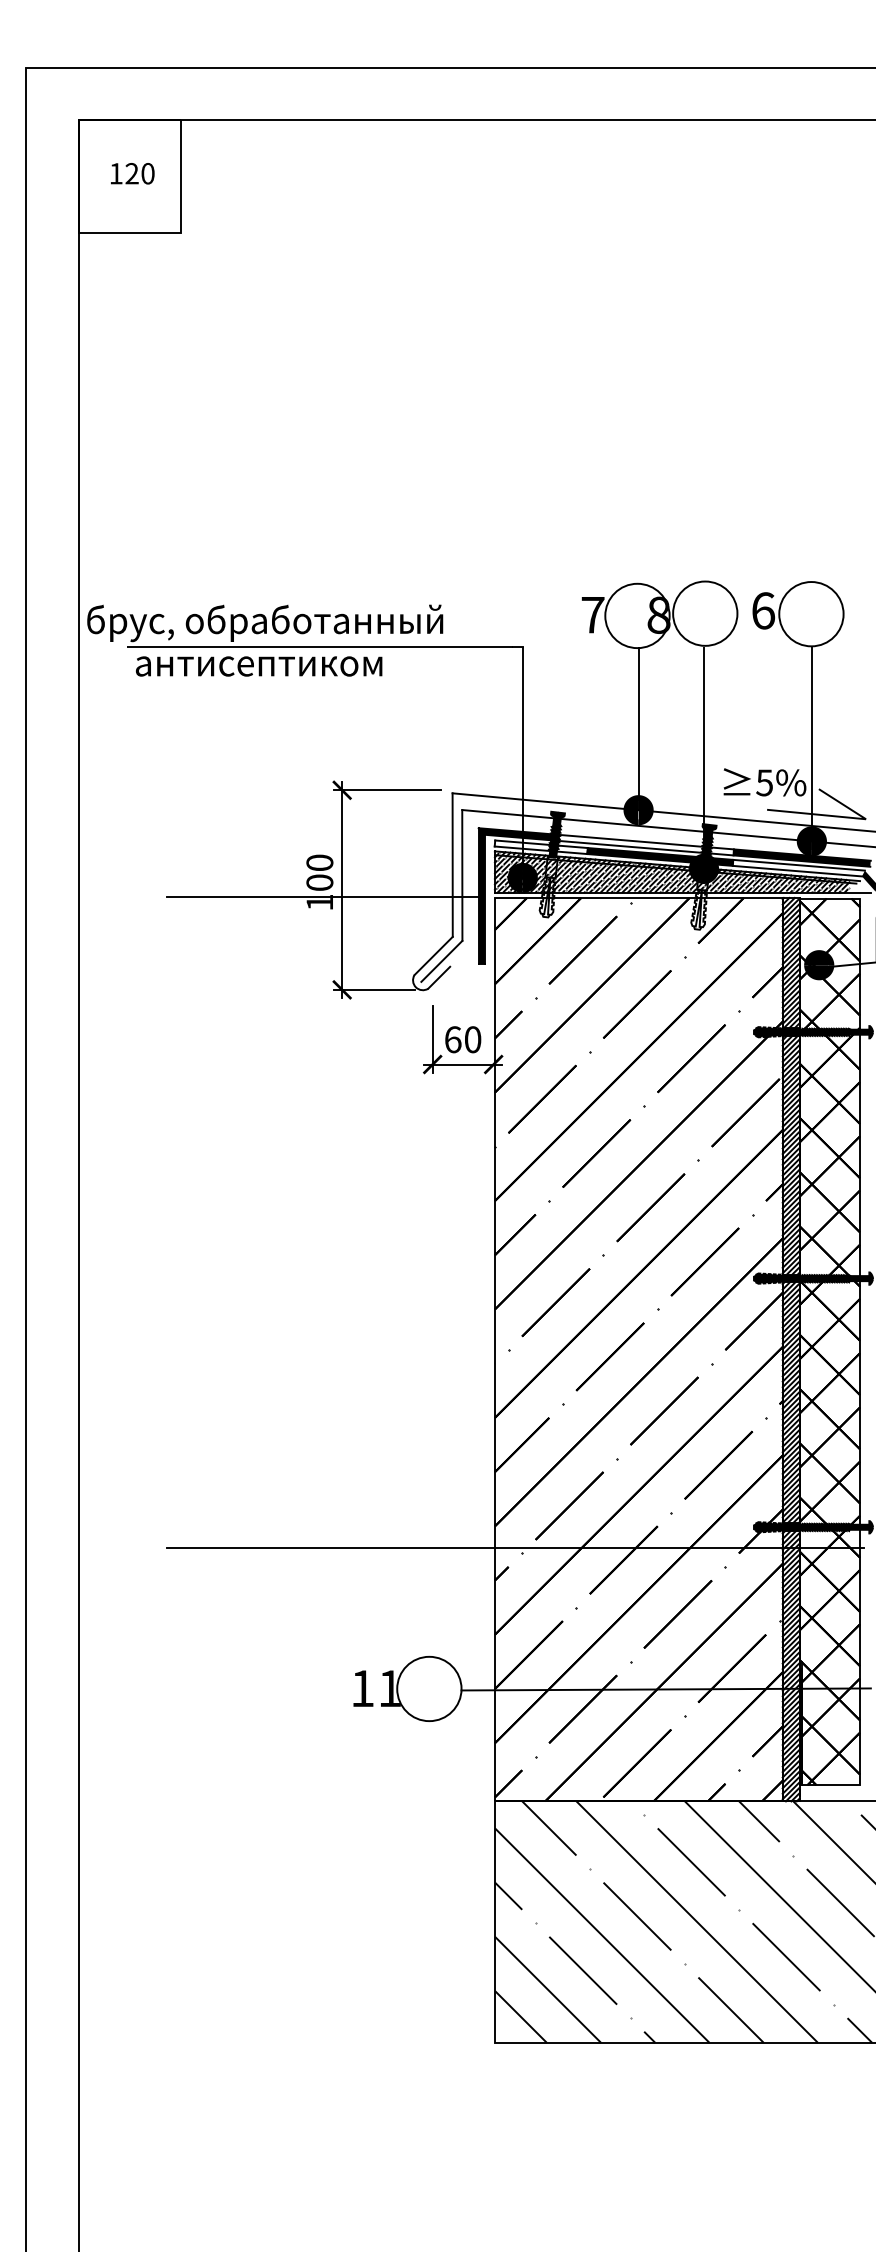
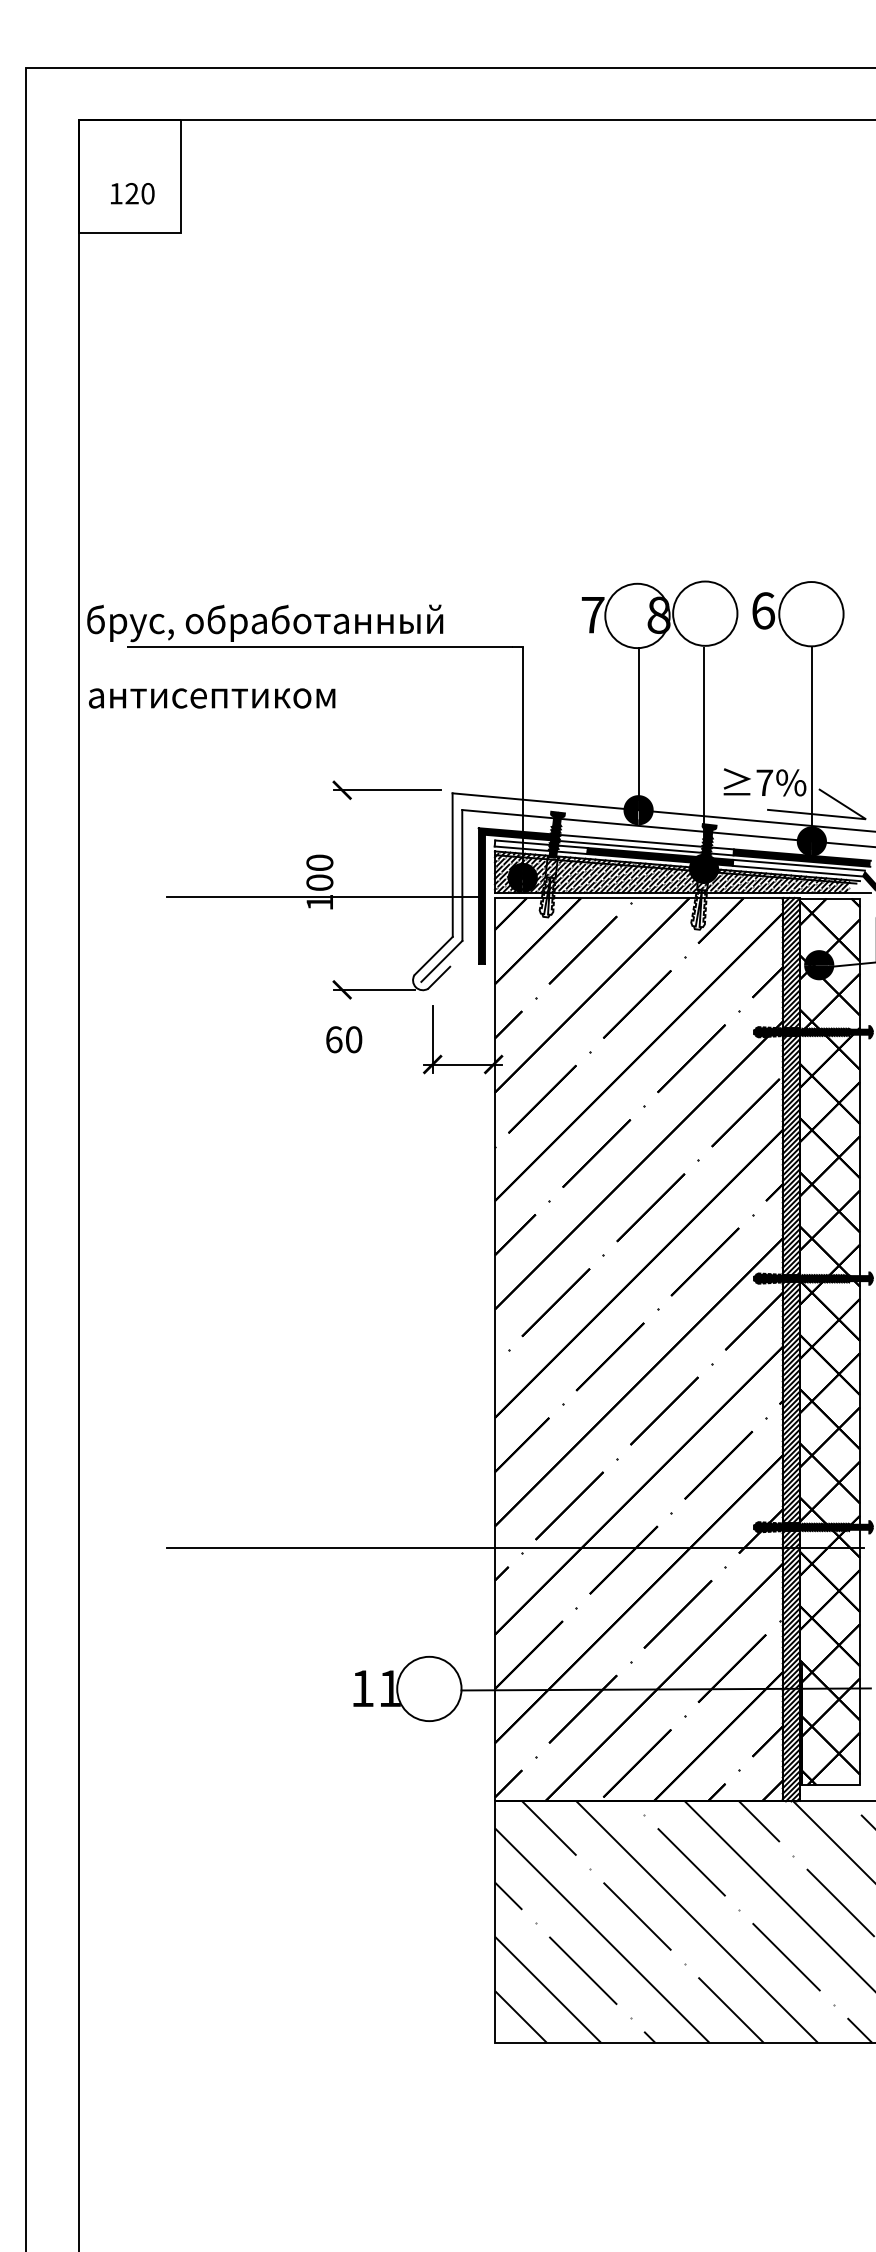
text at (132, 173) position: (132, 173) -> (132, 193)
text at (259, 666) position: (259, 666) -> (212, 698)
text at (764, 782): 5% -> 7%
line at (342, 889): present -> none
text at (463, 1039) position: (463, 1039) -> (344, 1039)
